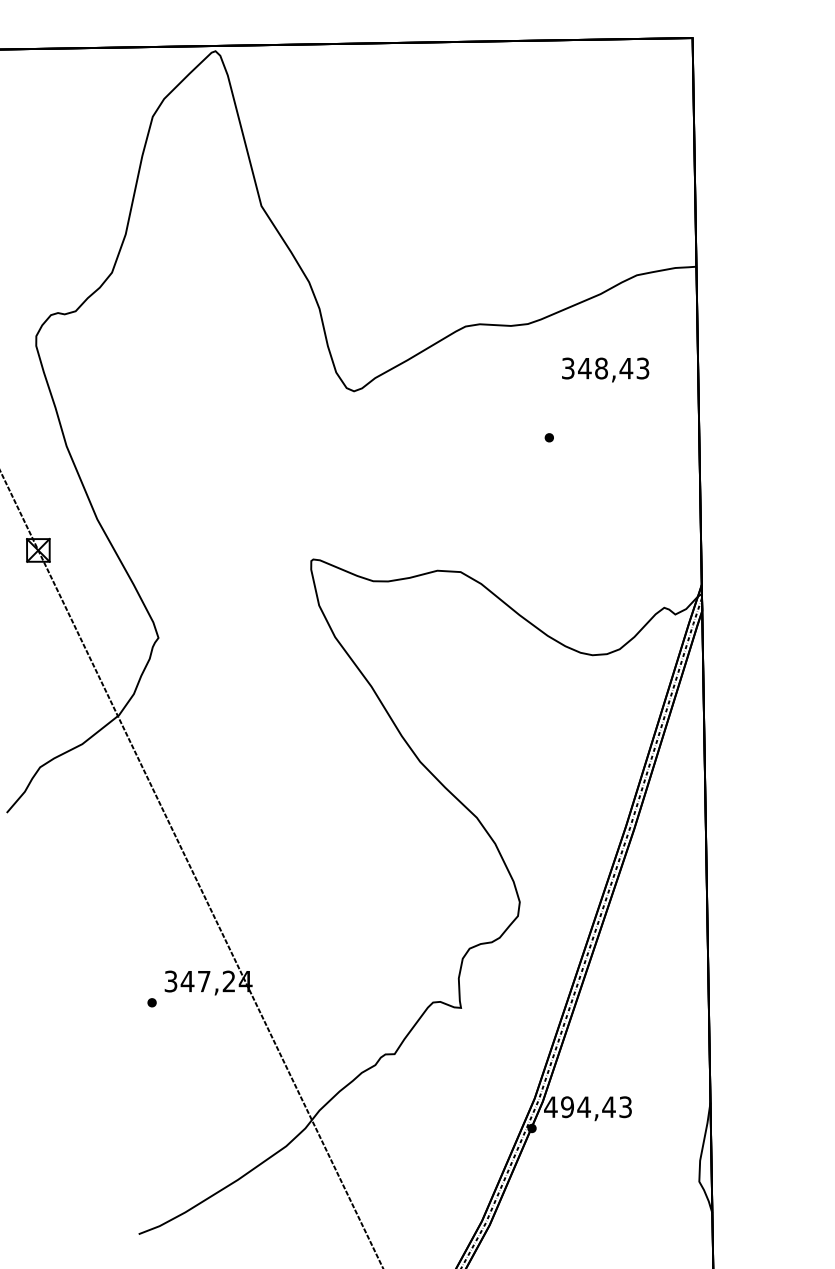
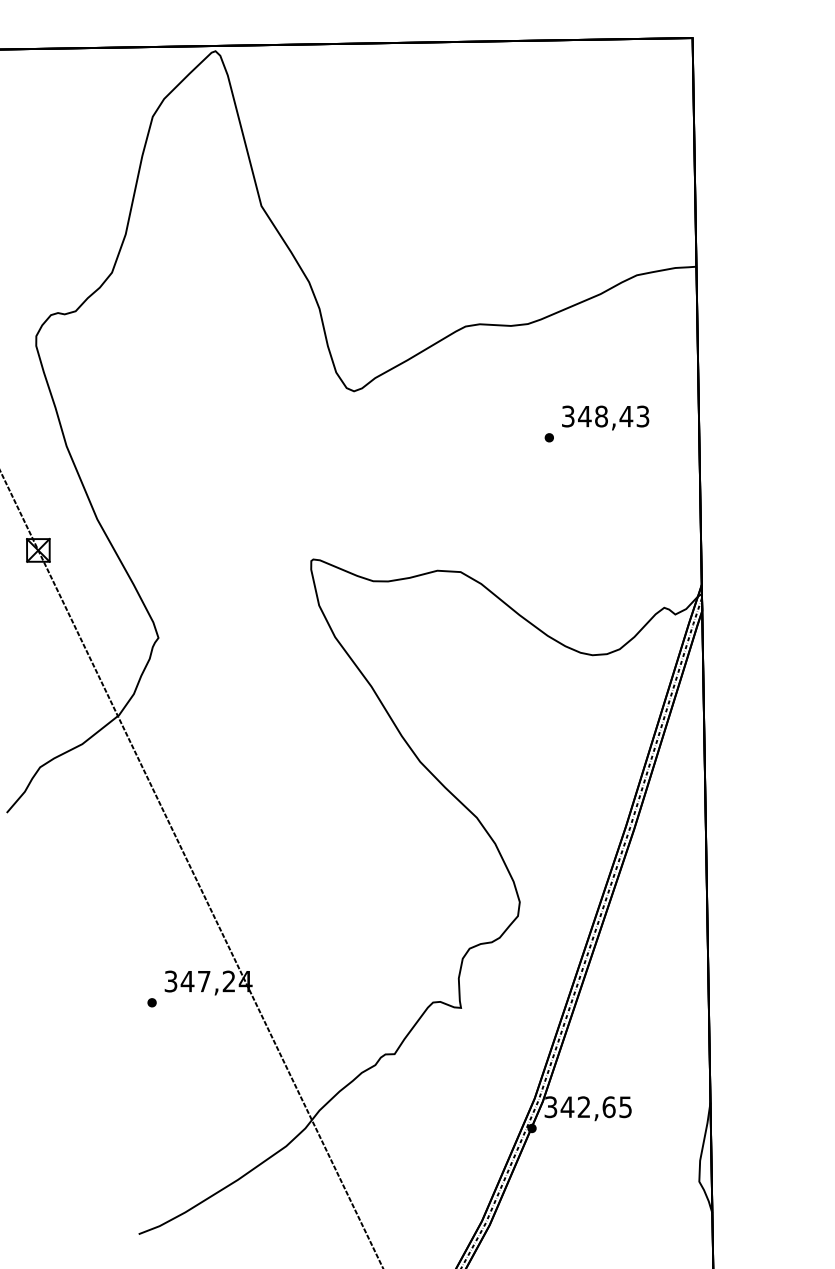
text at (605, 369) position: (605, 369) -> (605, 417)
text at (587, 1107): 494,43 -> 342,65
